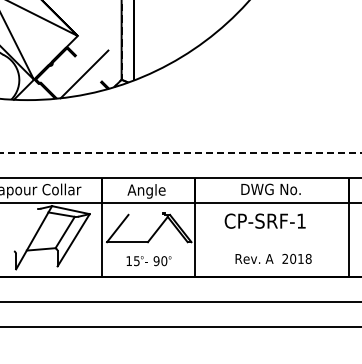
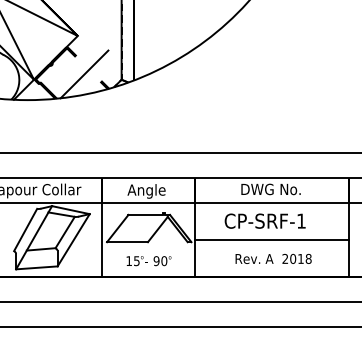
line at (181, 153): dashed -> solid
line at (145, 214): none -> present
line at (25, 229): none -> present
line at (271, 239): none -> present
line at (36, 267): none -> present
